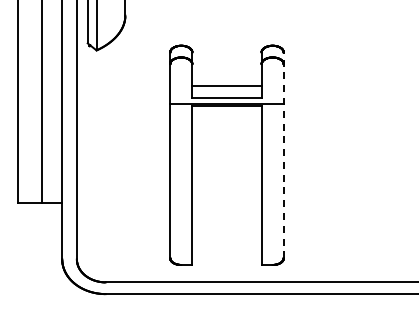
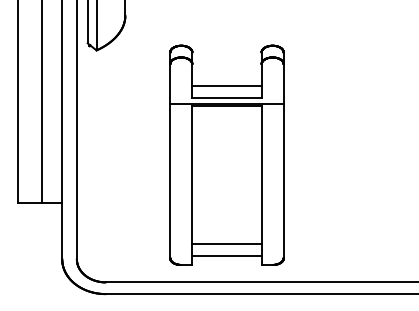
line at (283, 155): dashed -> solid
line at (226, 243): none -> present
line at (226, 256): none -> present
